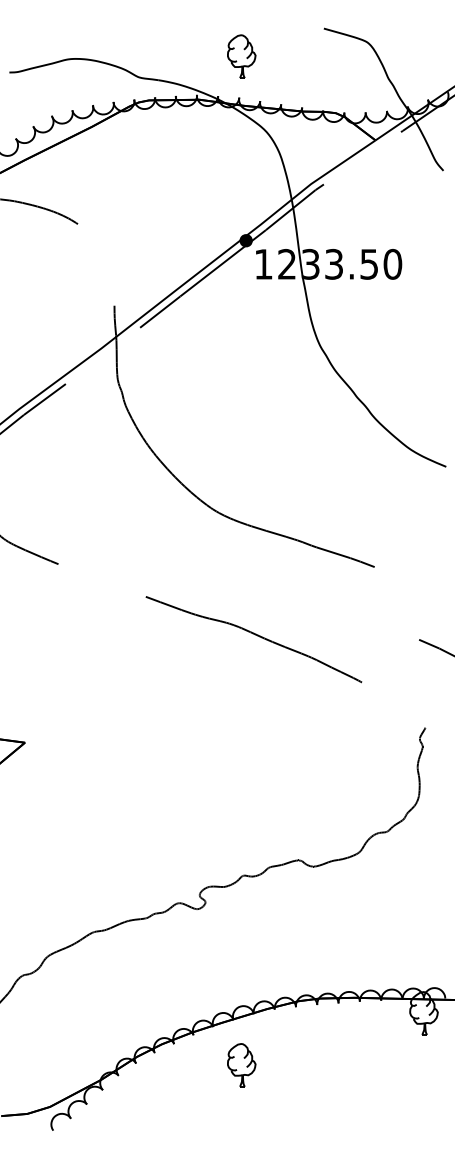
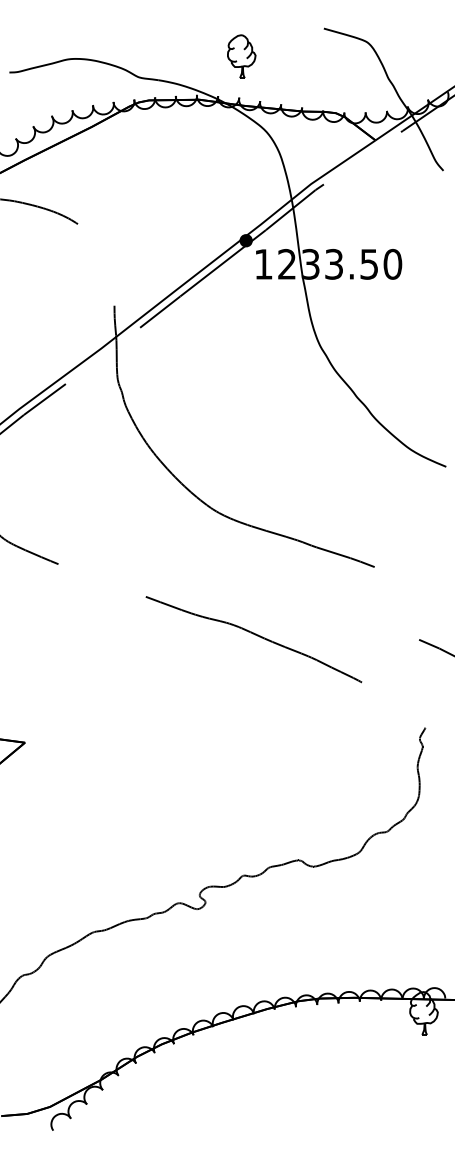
part at (241, 1065): present -> none
